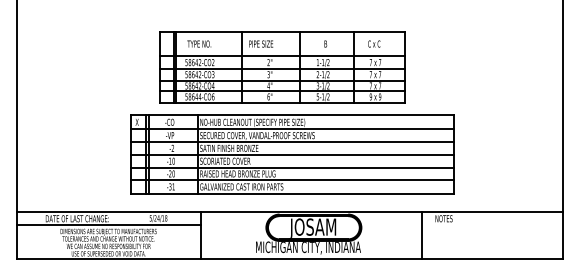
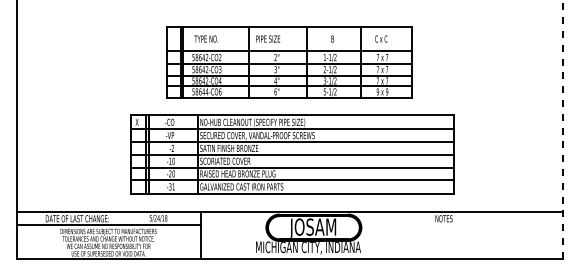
part at (282, 67) position: (282, 67) -> (289, 62)
line at (562, 129): solid -> dashed
line at (422, 235): present -> none
